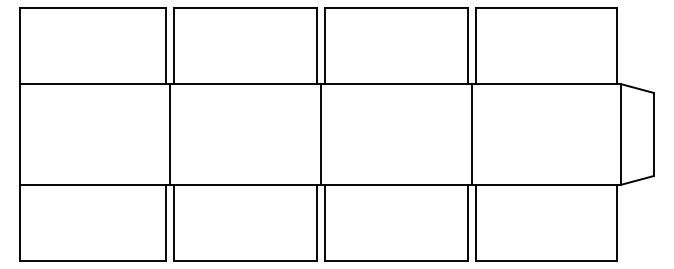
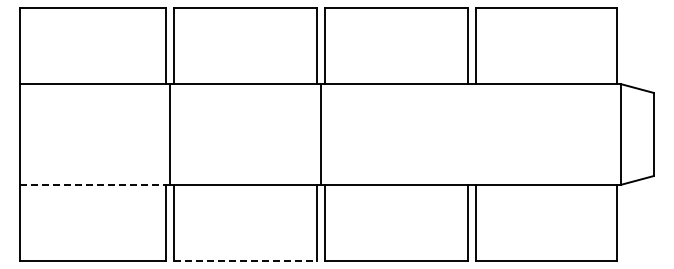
line at (471, 134): present -> none
line at (92, 184): solid -> dashed
line at (245, 260): solid -> dashed
